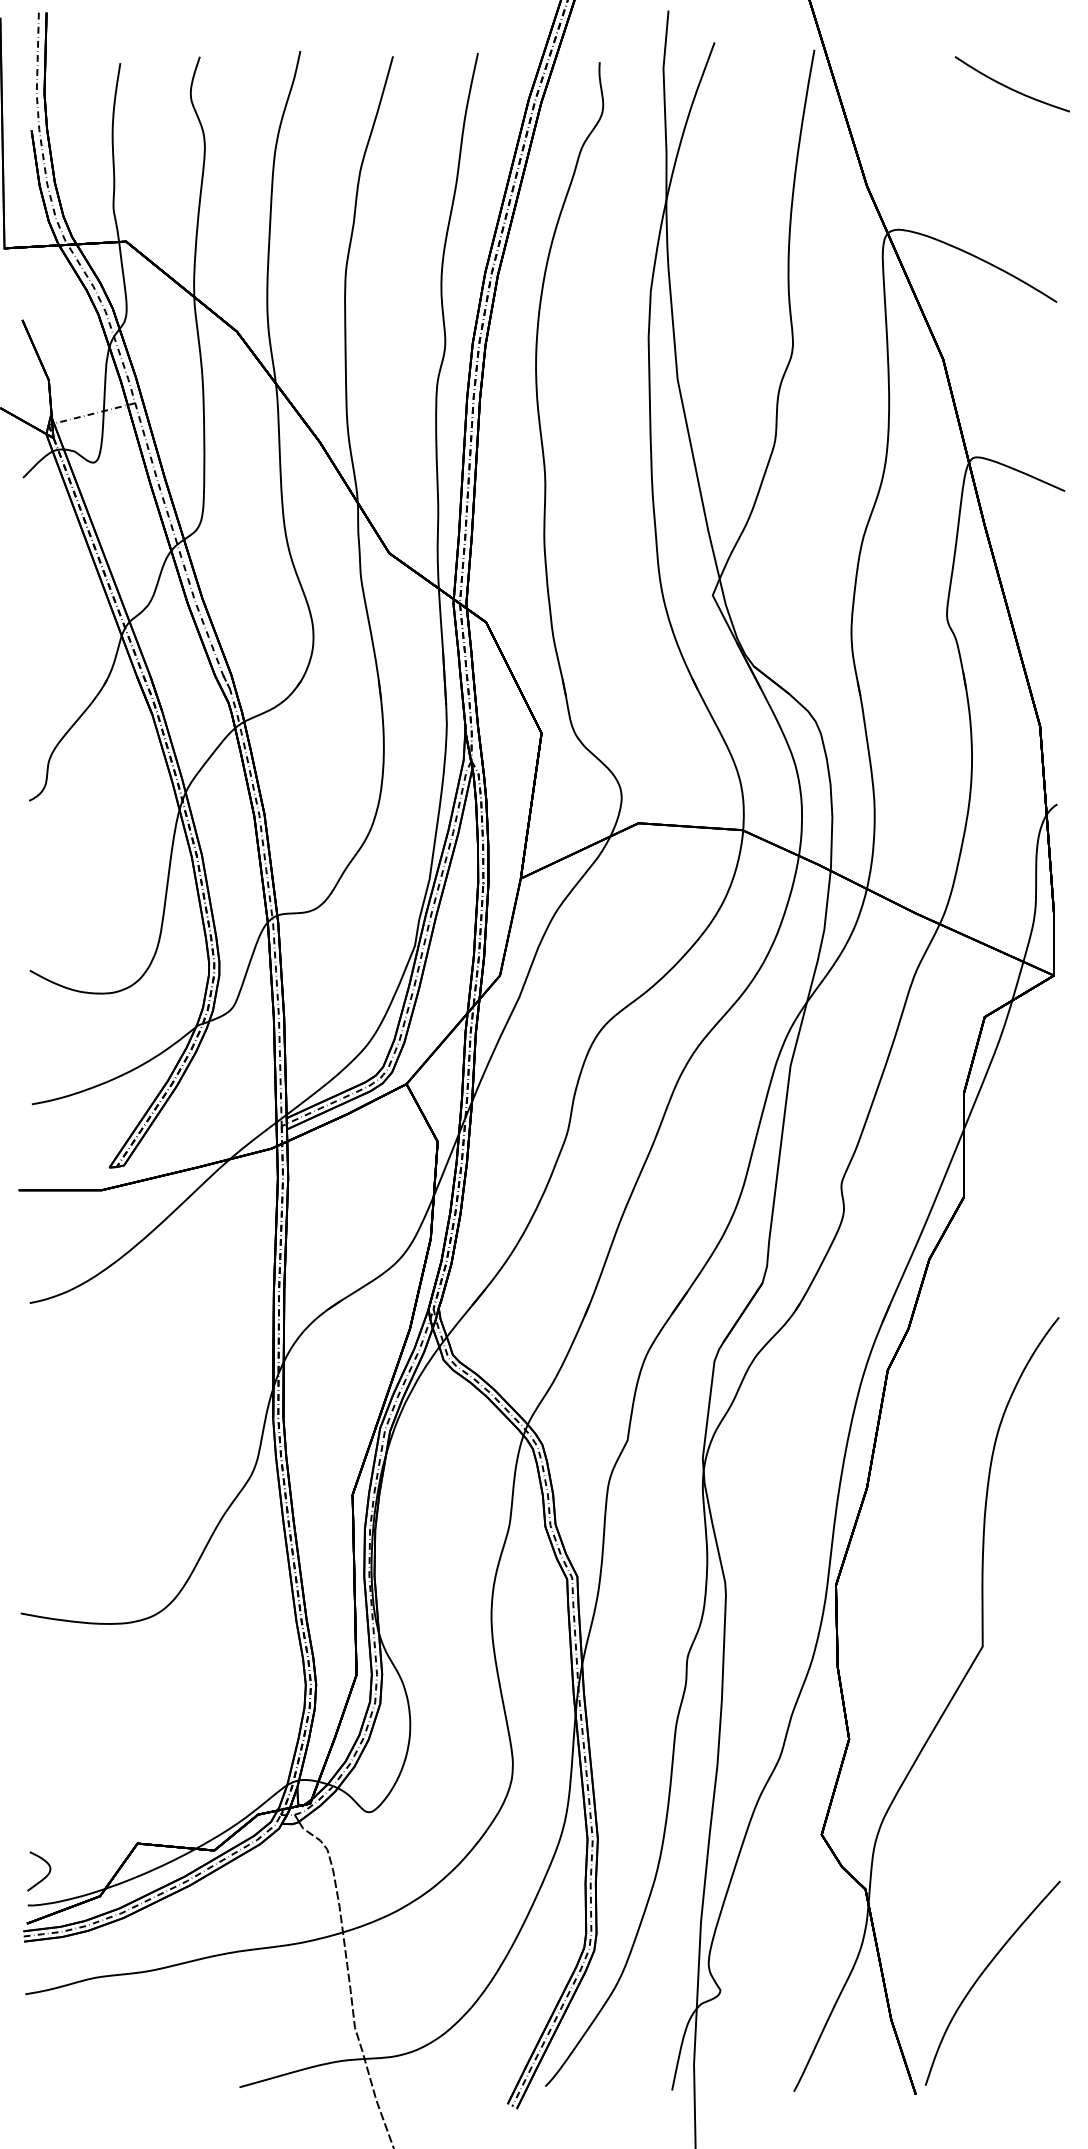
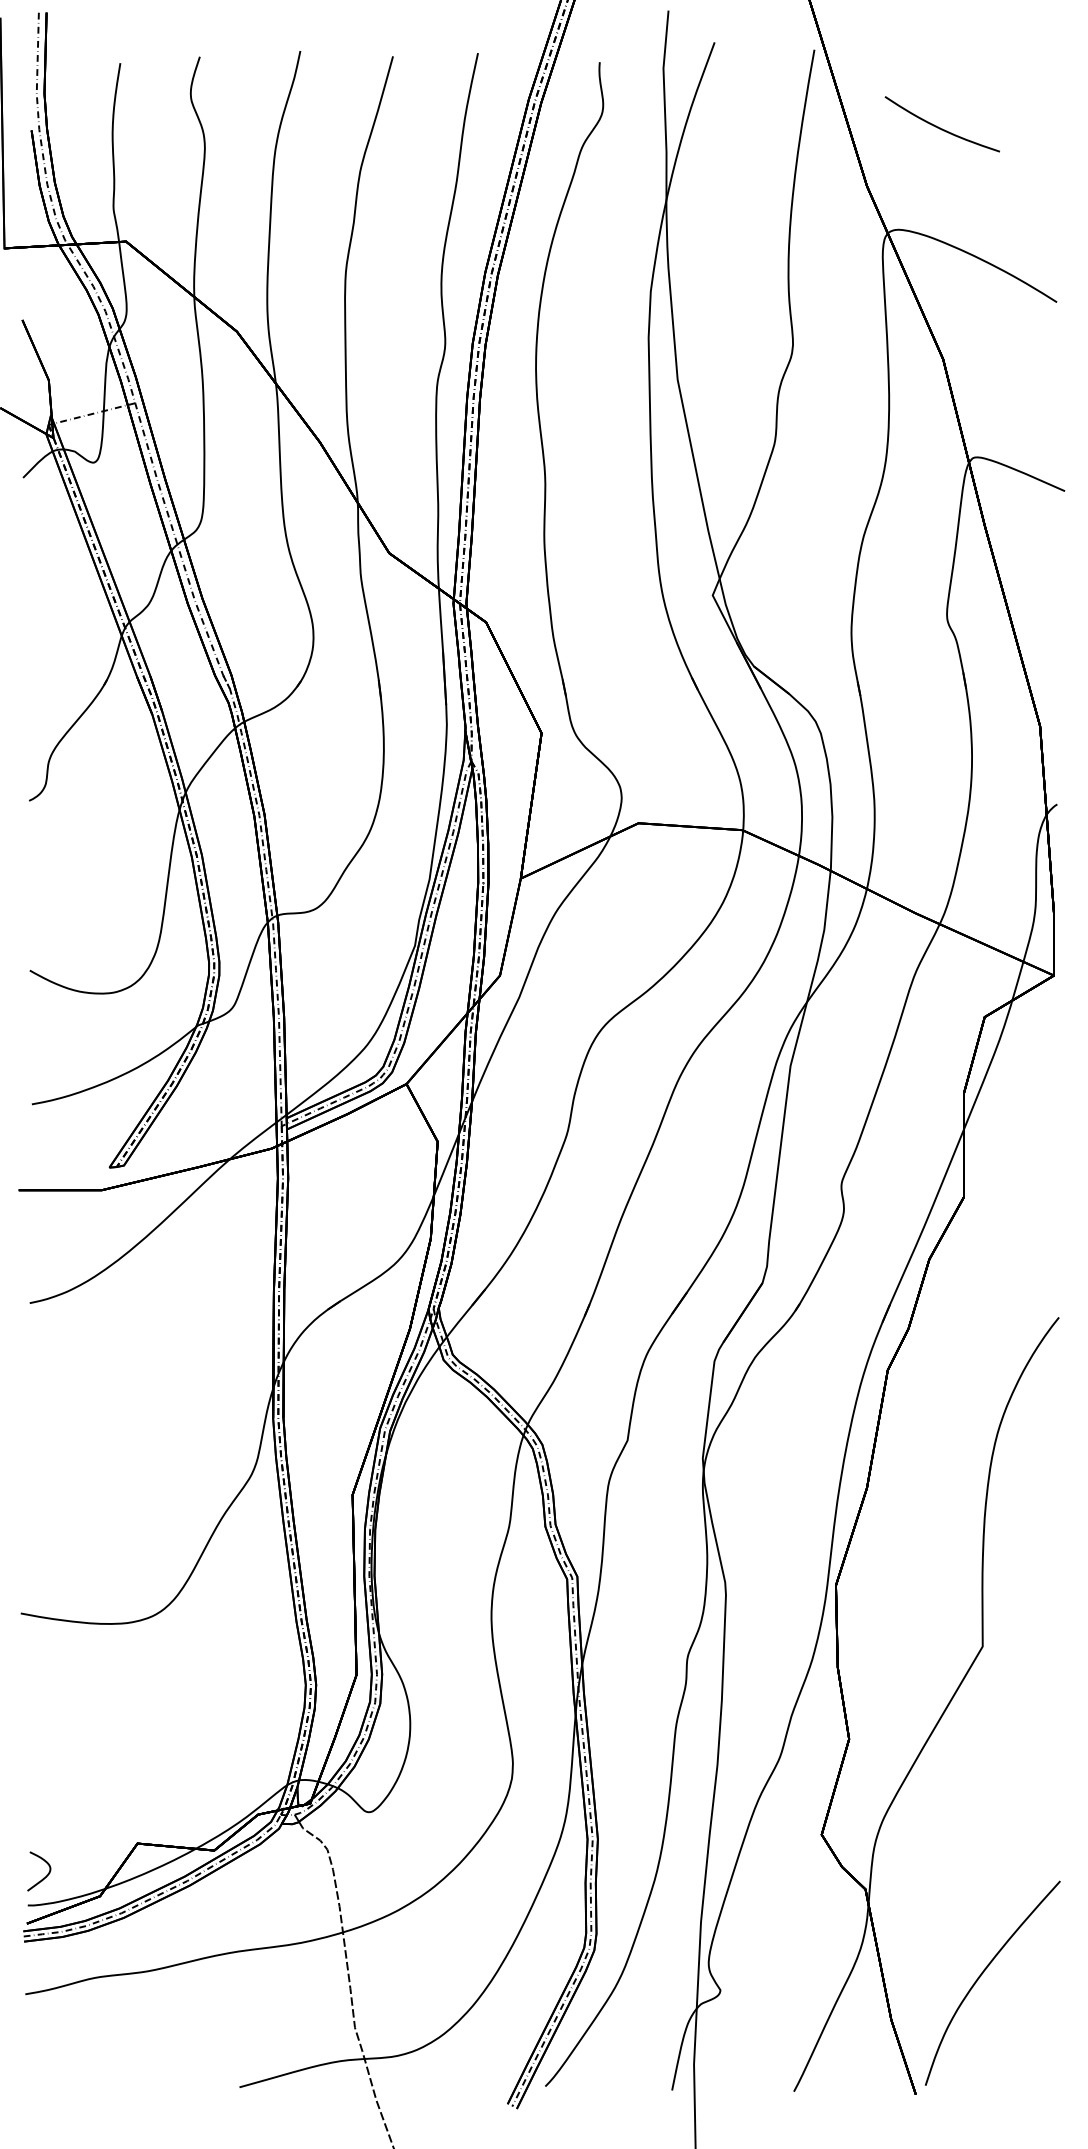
curve at (1010, 87) position: (1010, 87) -> (940, 127)
